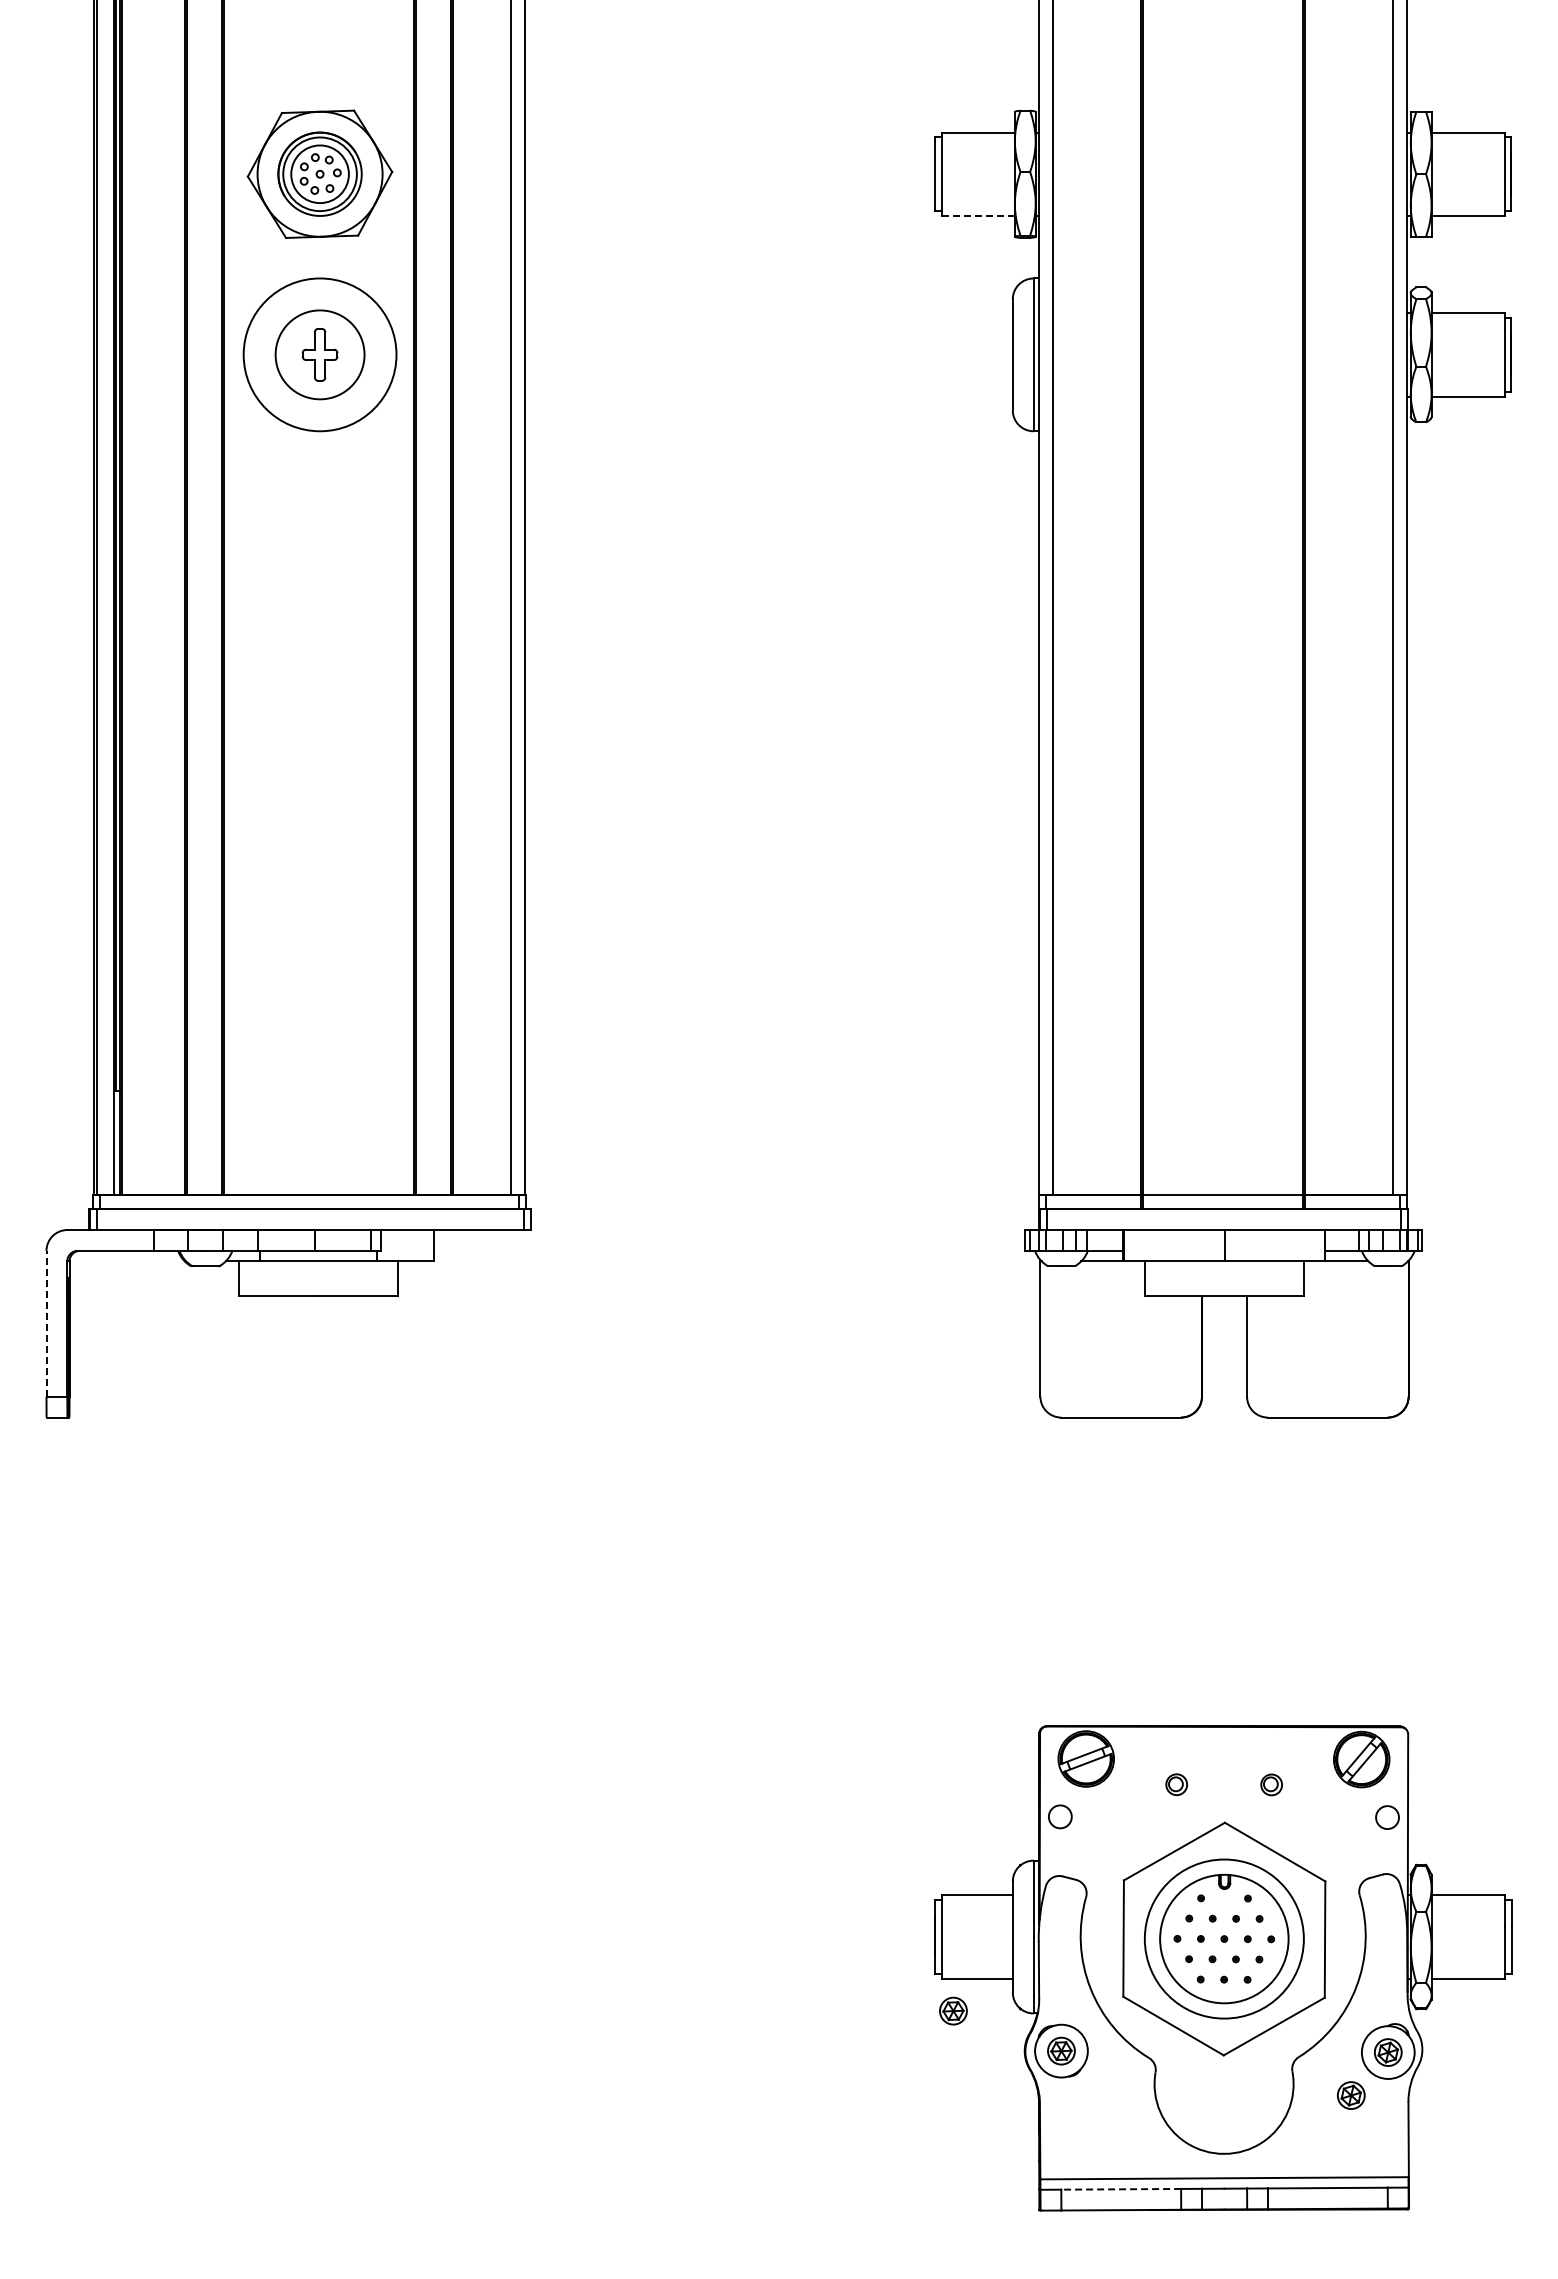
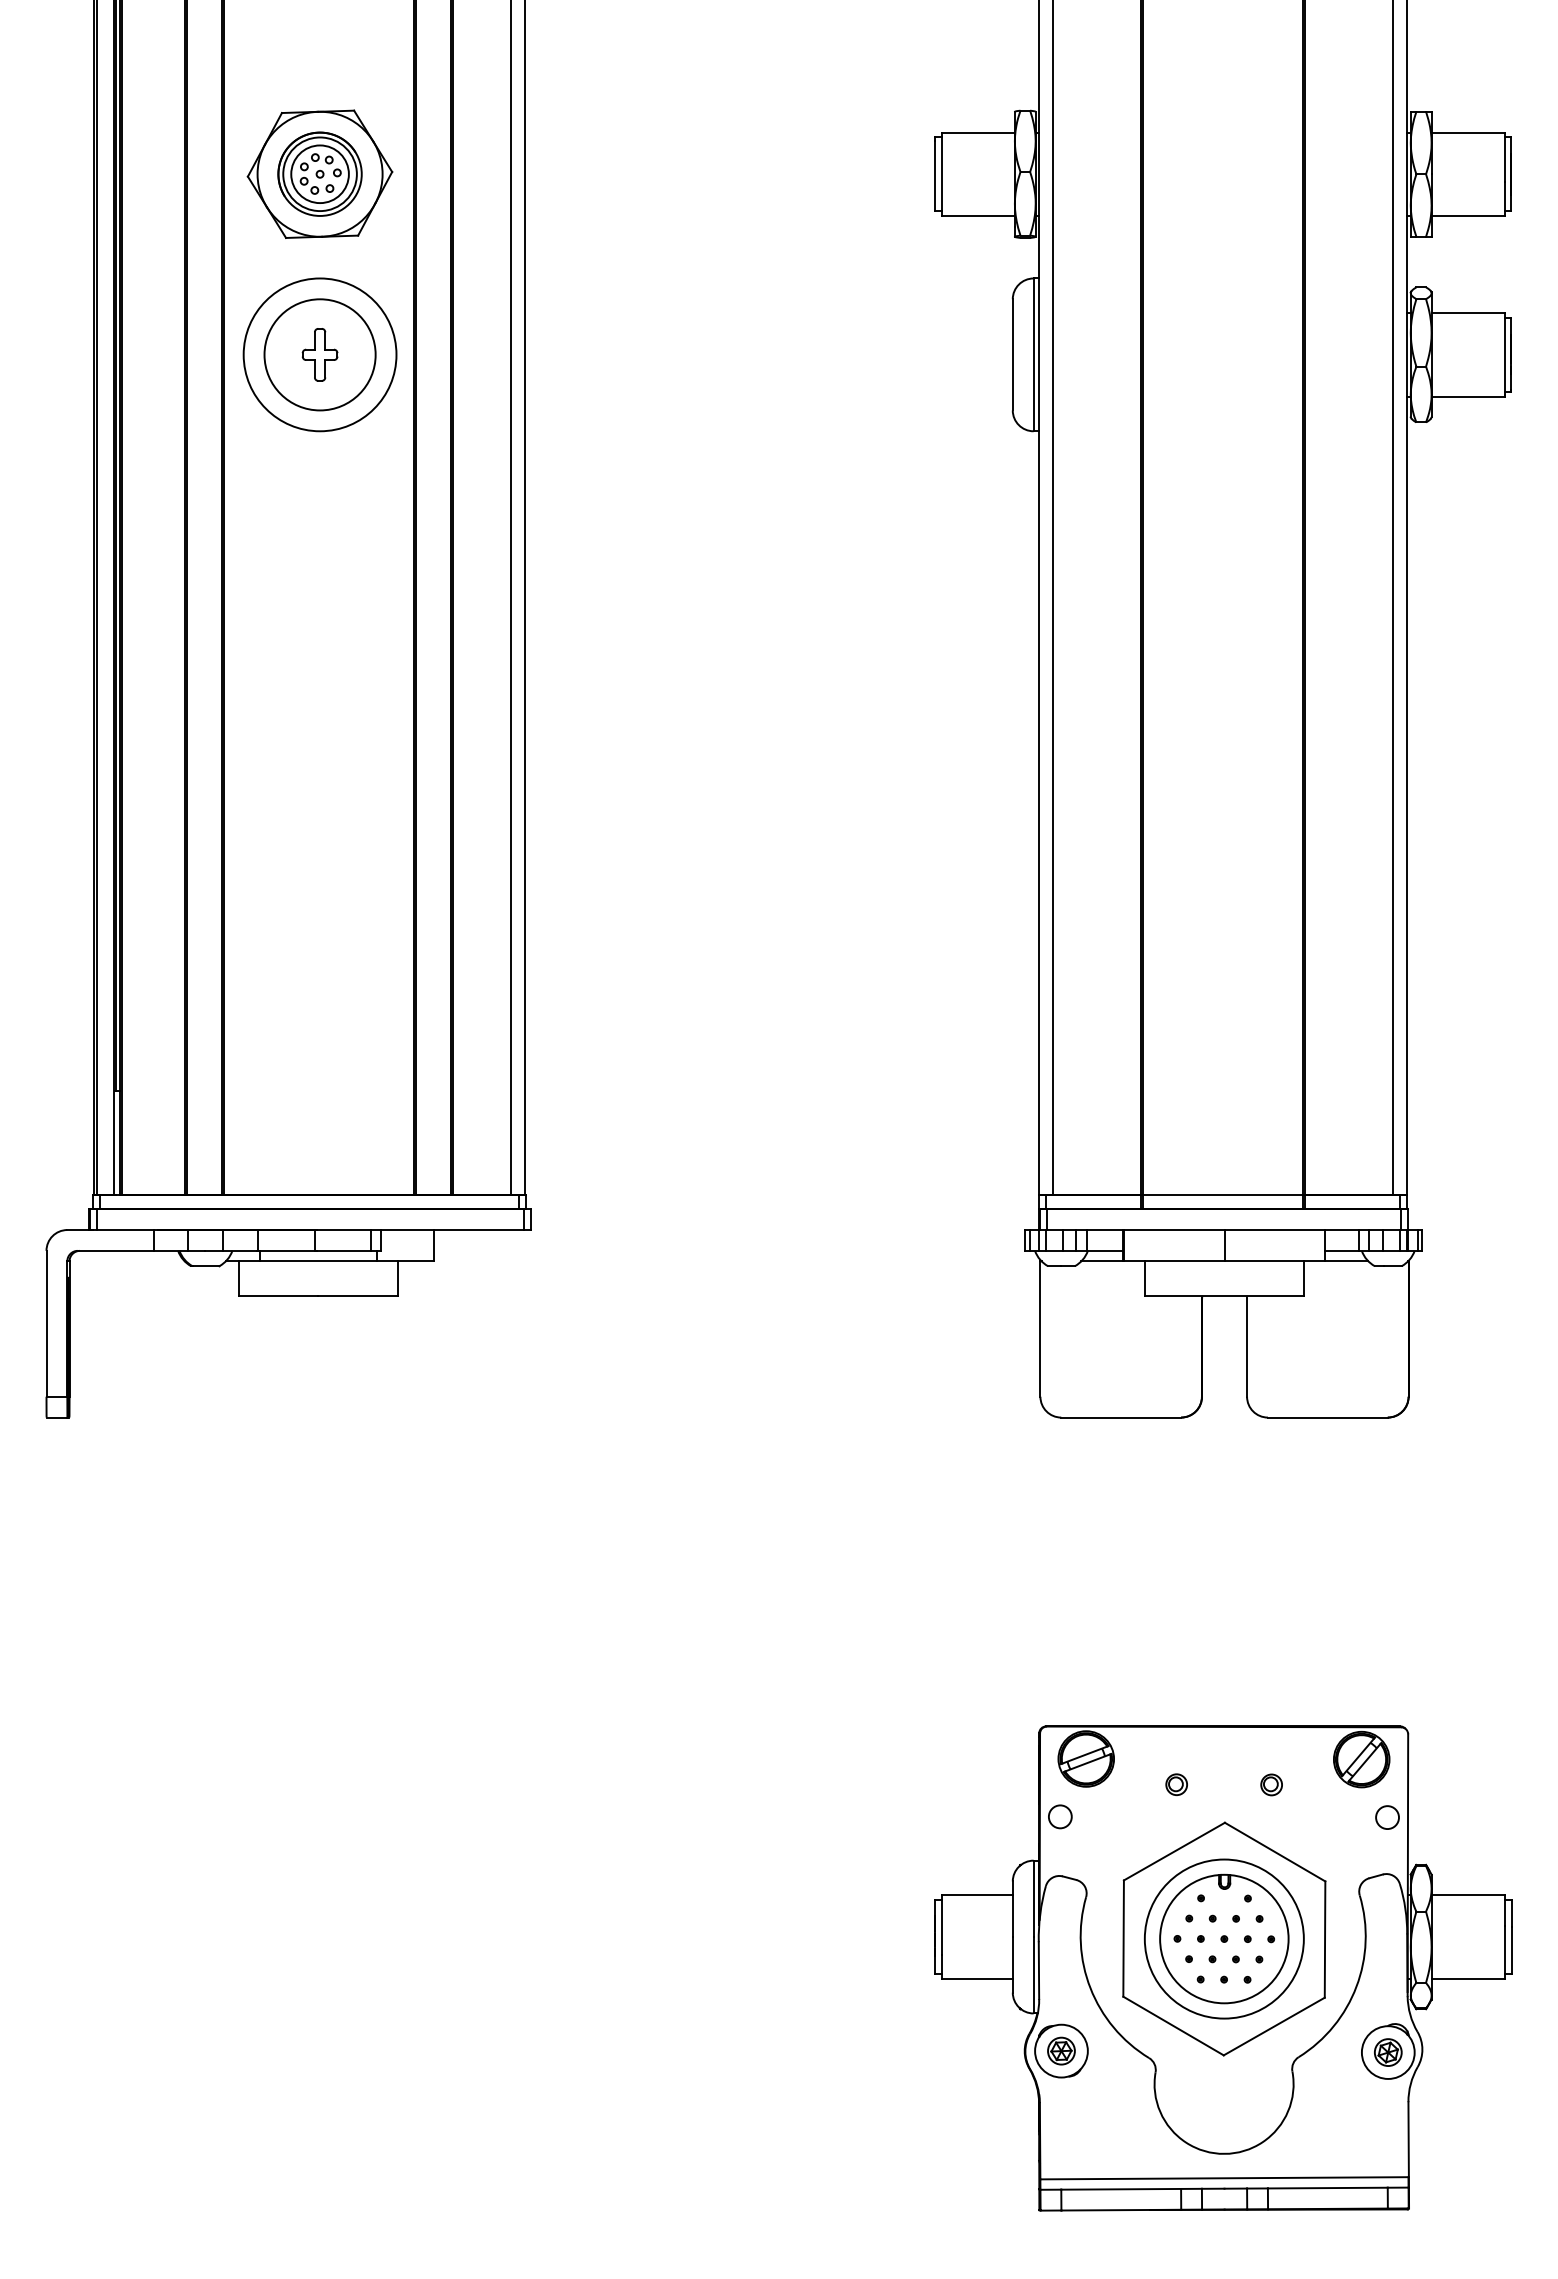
line at (977, 215): dashed -> solid
circle at (319, 354) diameter: 89 px -> 111 px
line at (46, 1323): dashed -> solid
part at (953, 2010): present -> none
part at (1351, 2095): present -> none
line at (1121, 2189): dashed -> solid
